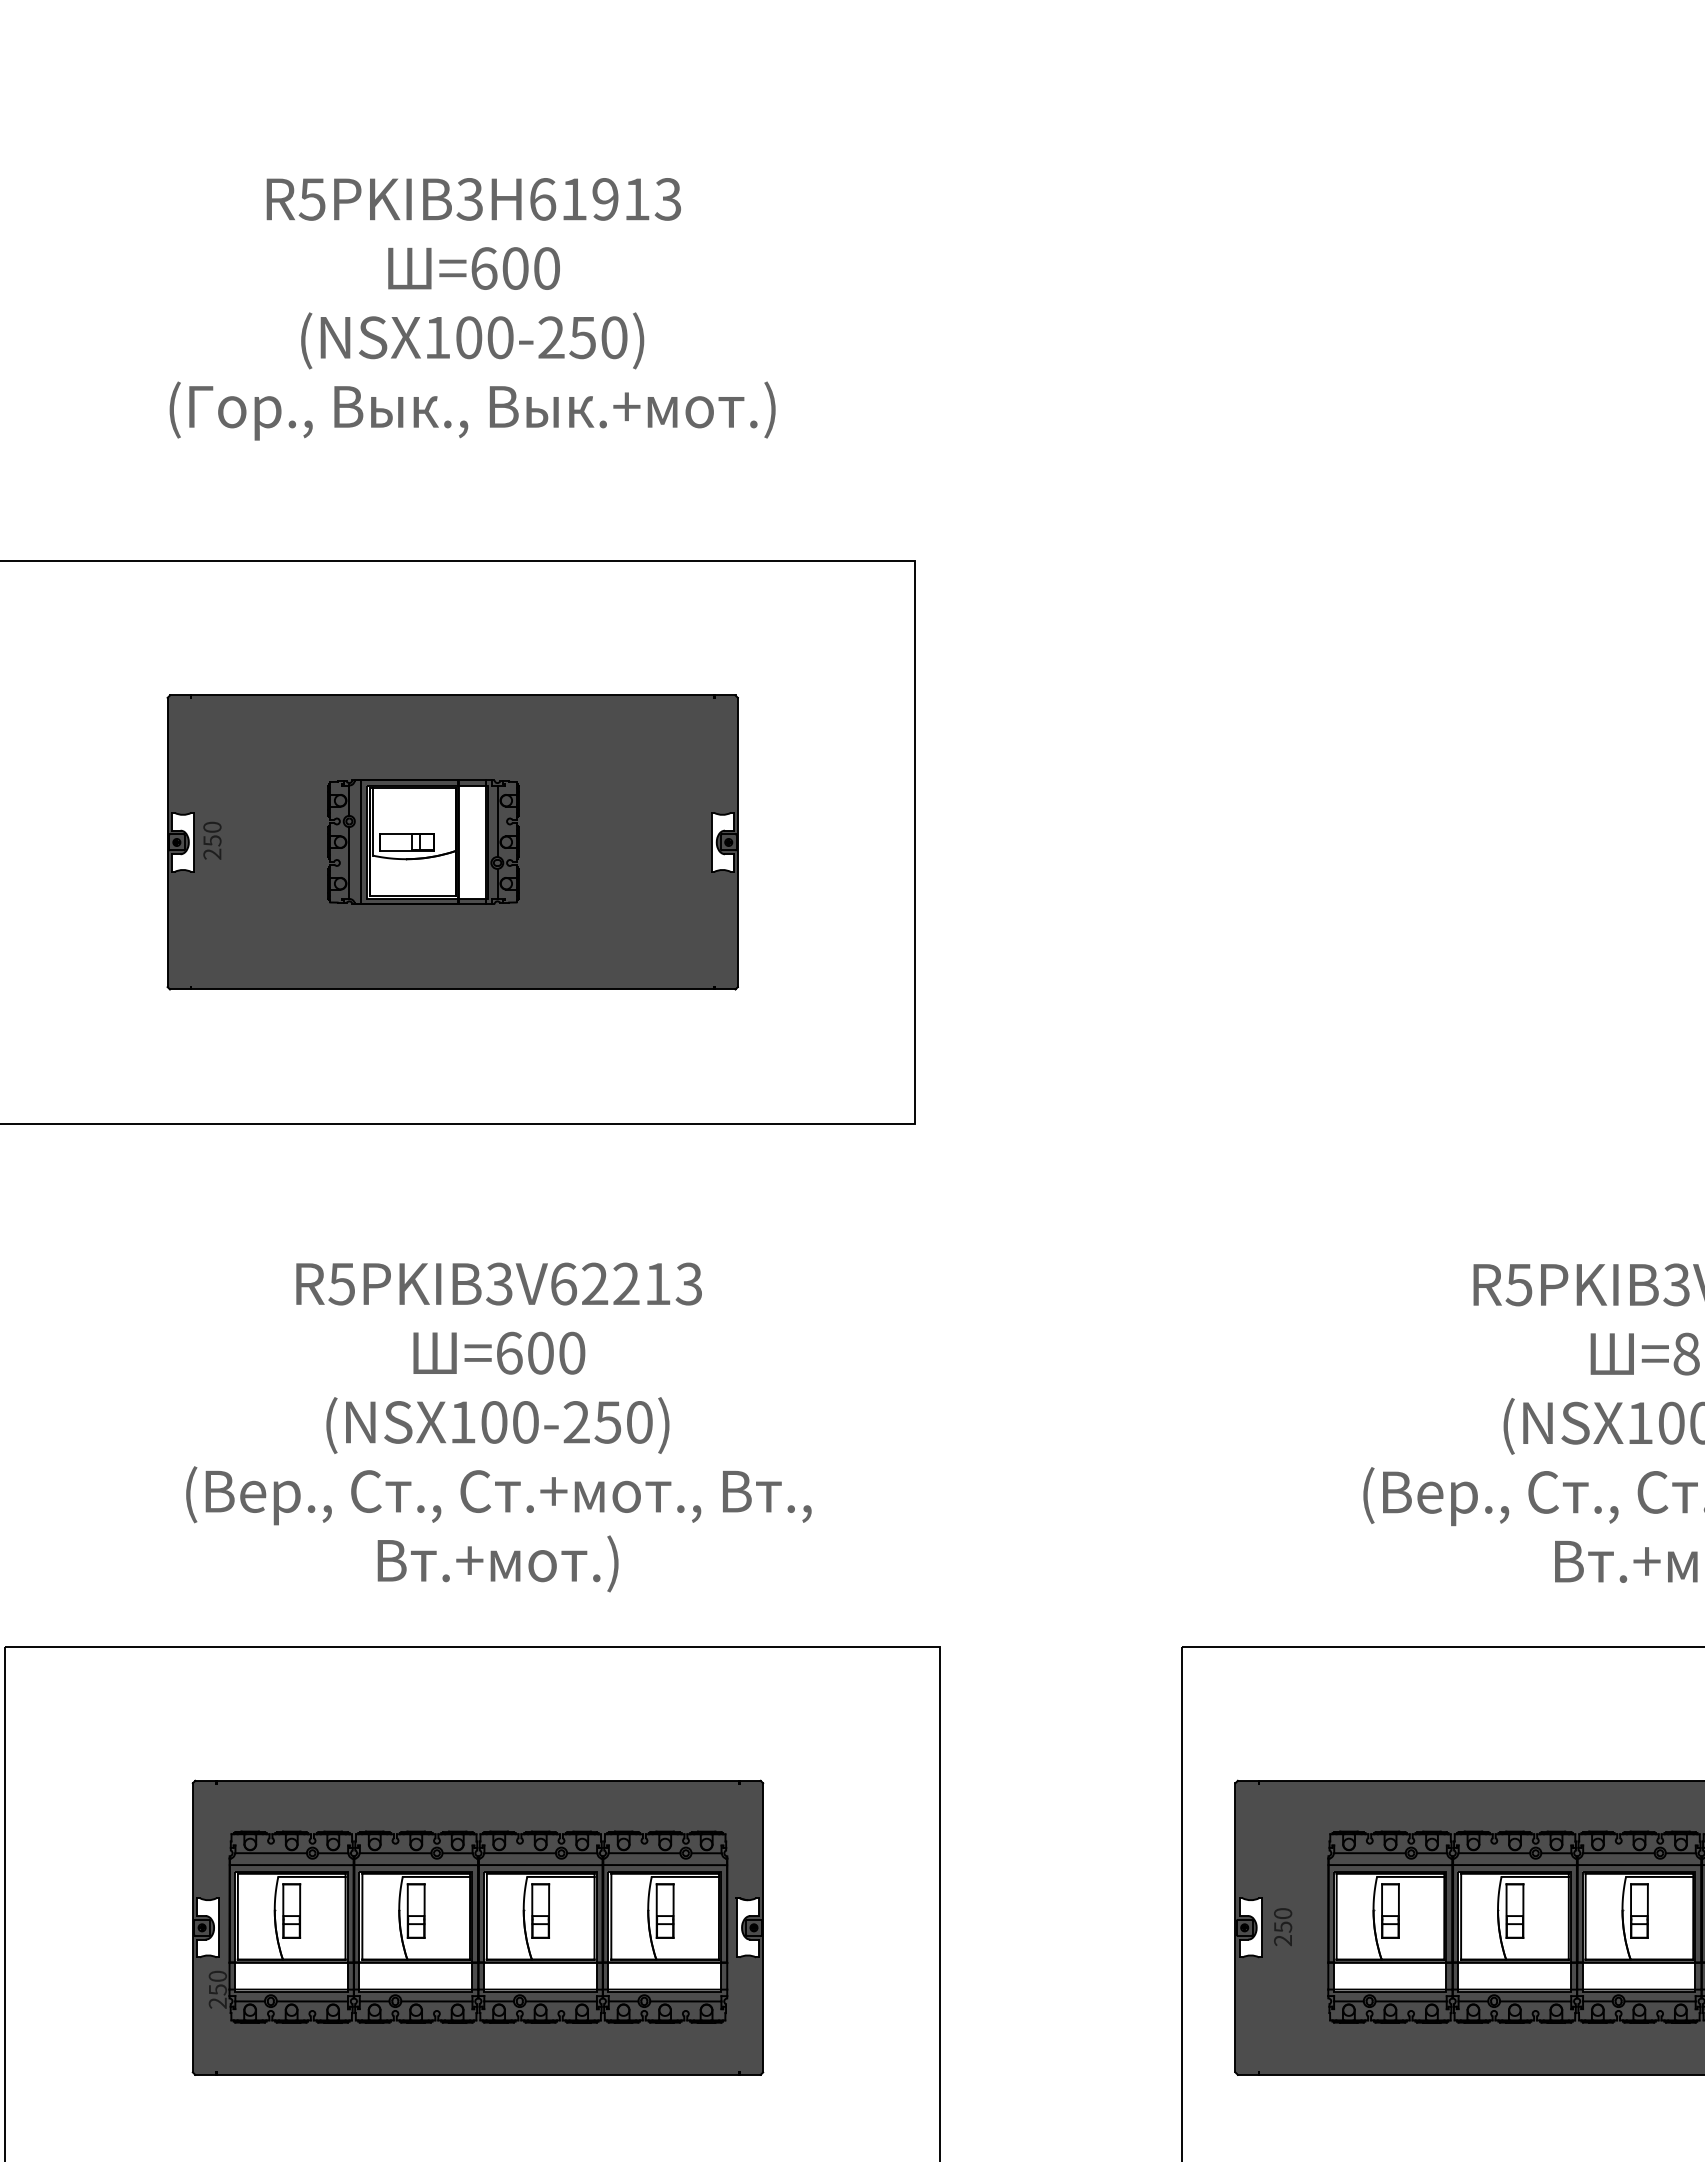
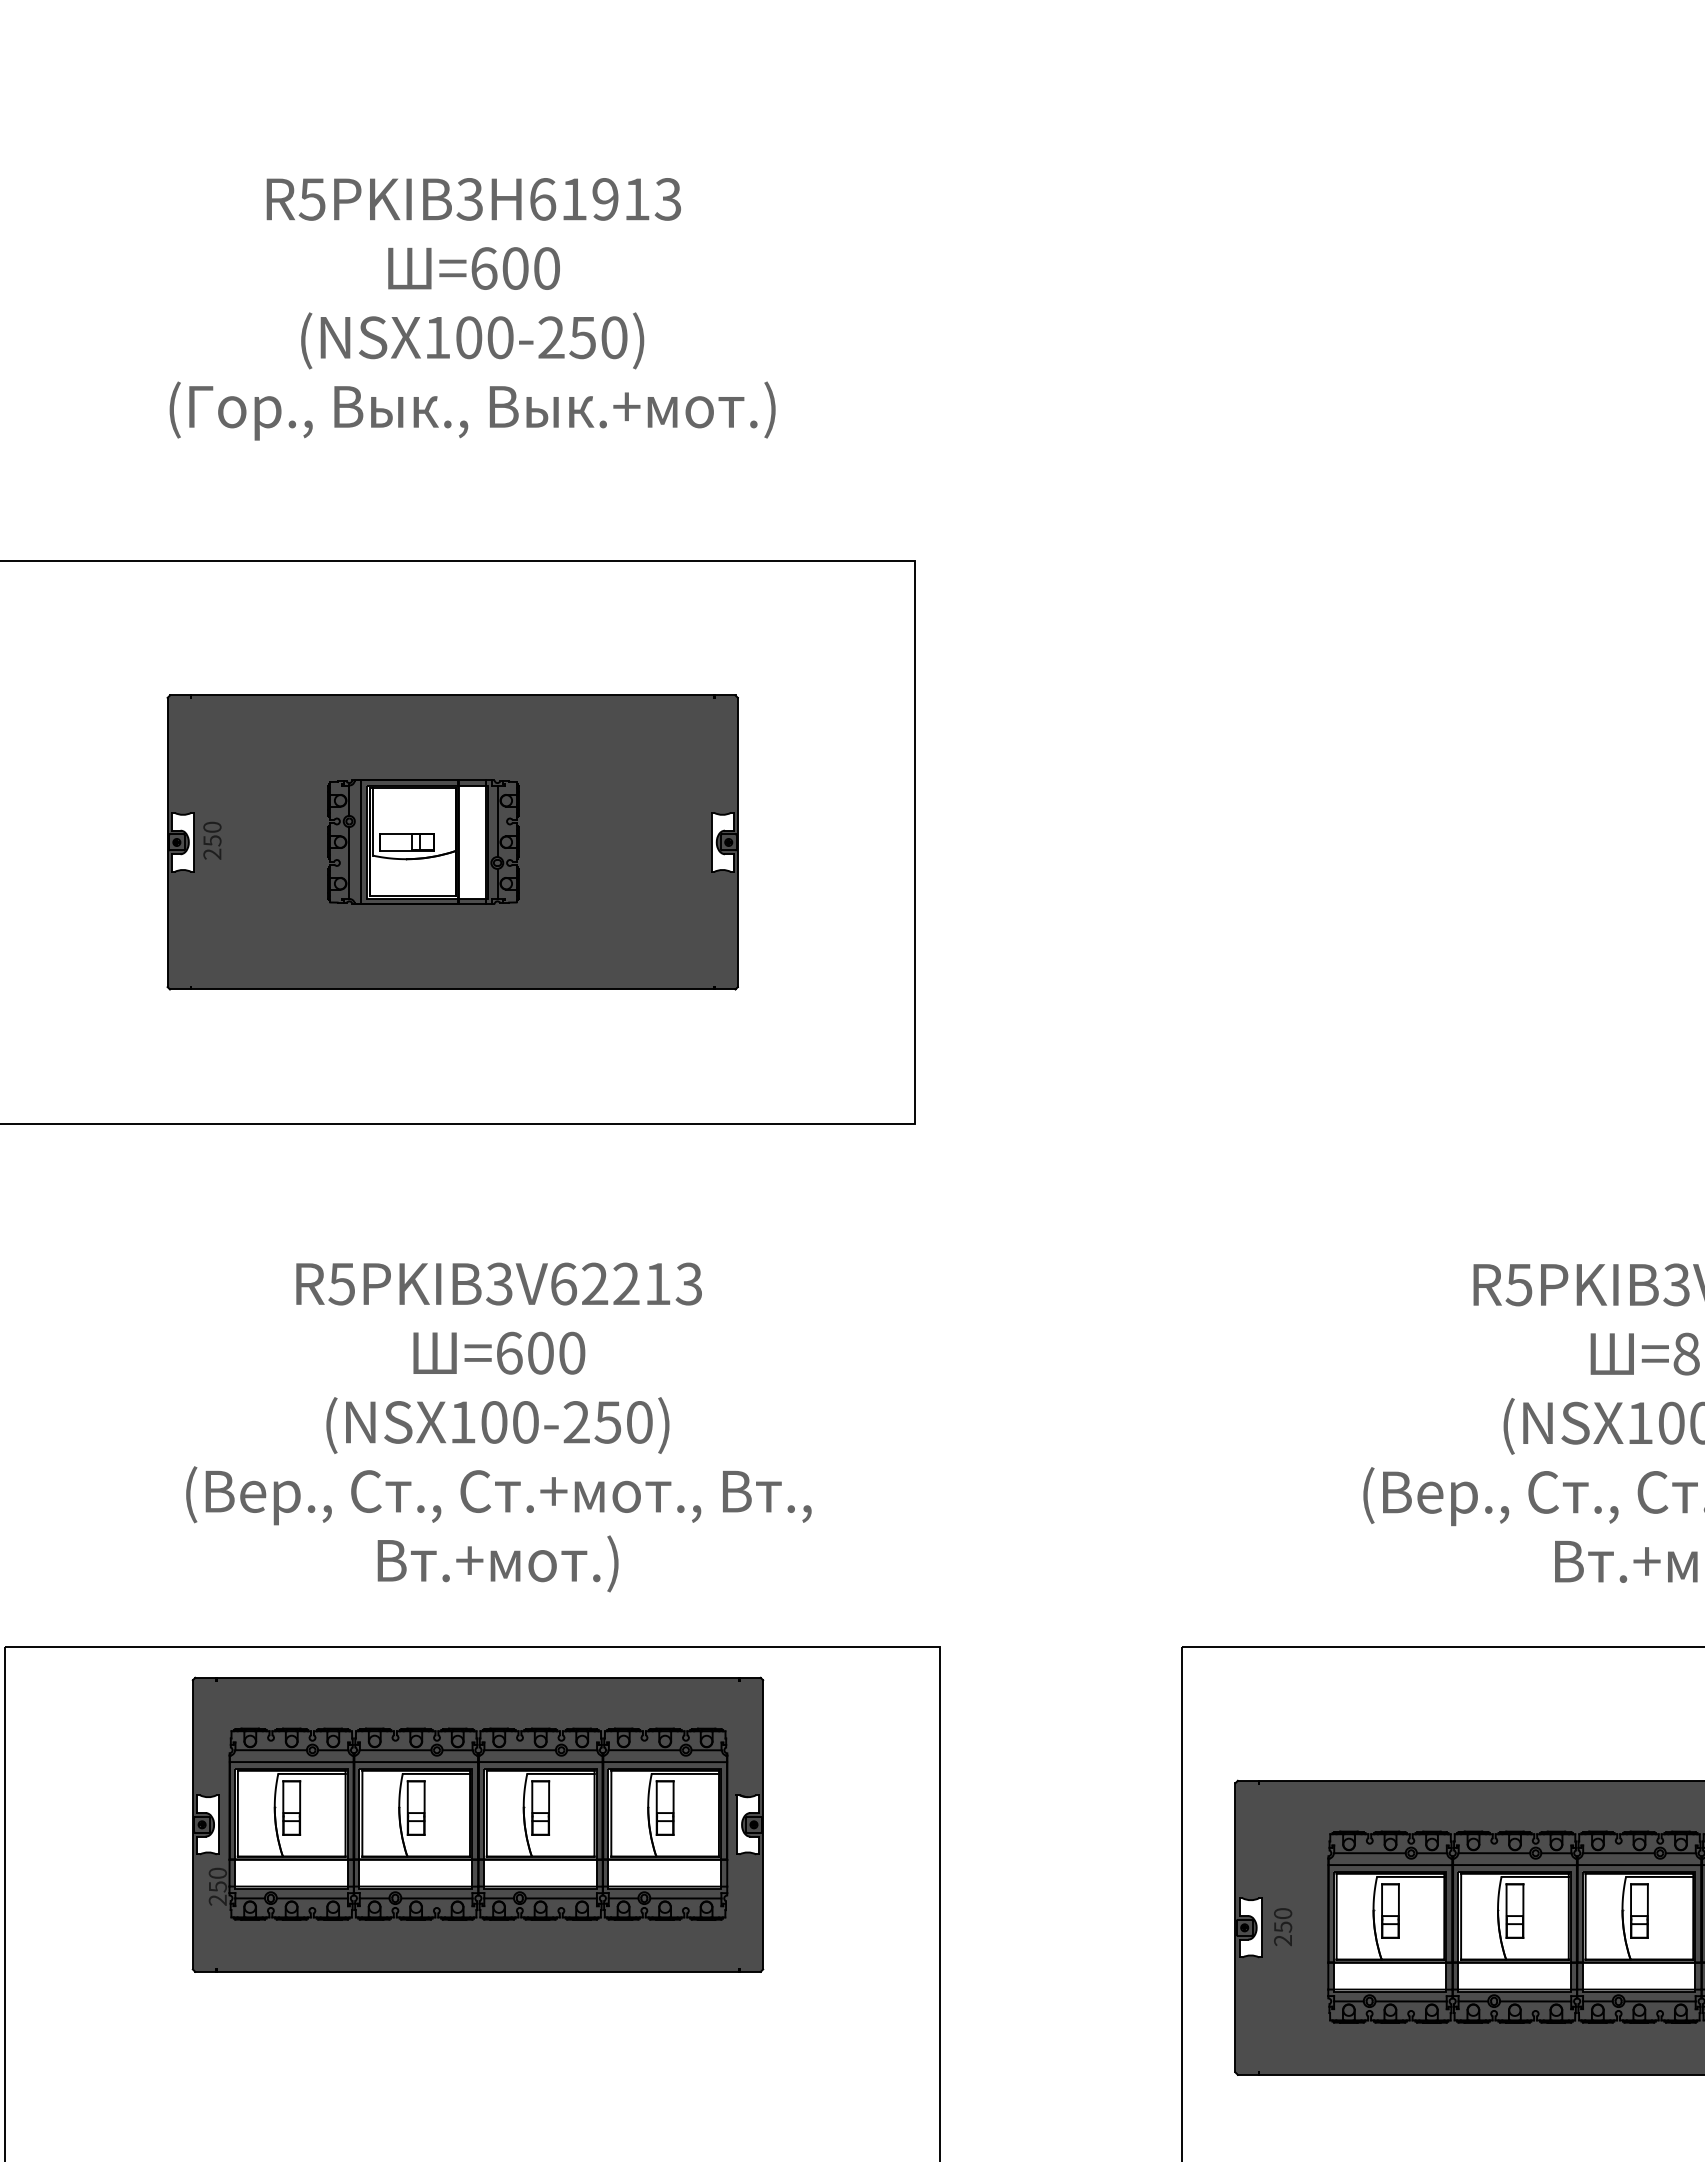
part at (477, 1927) position: (477, 1927) -> (477, 1824)
